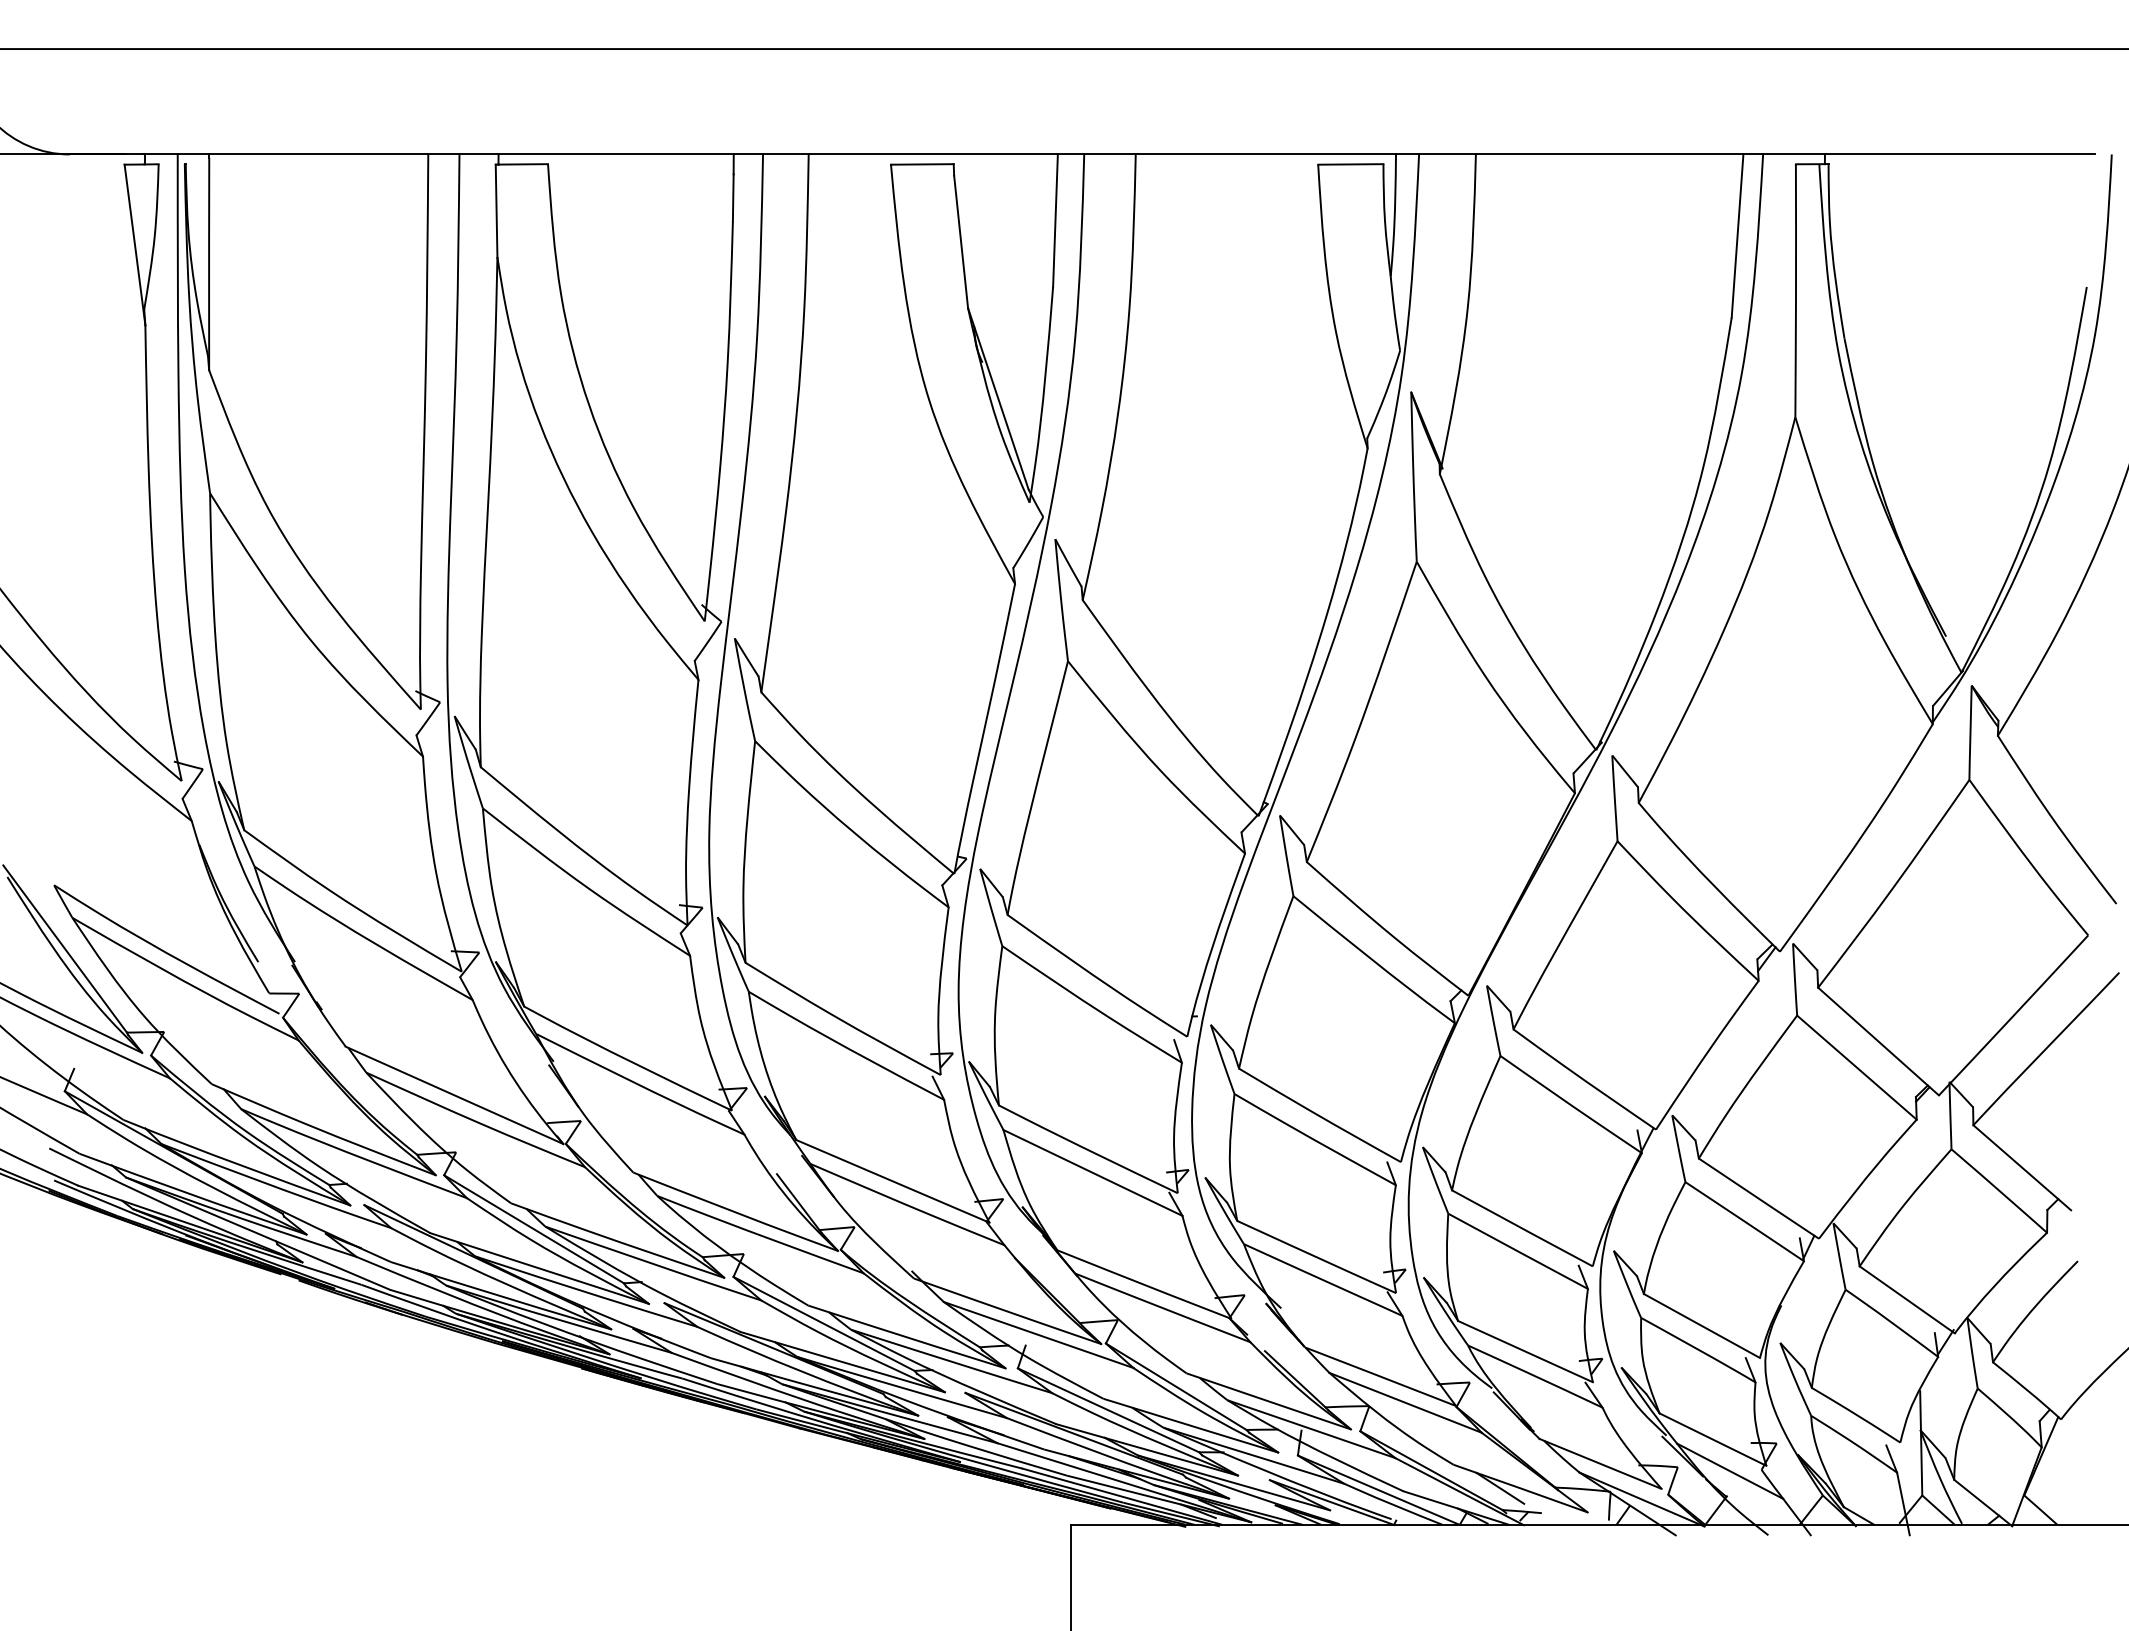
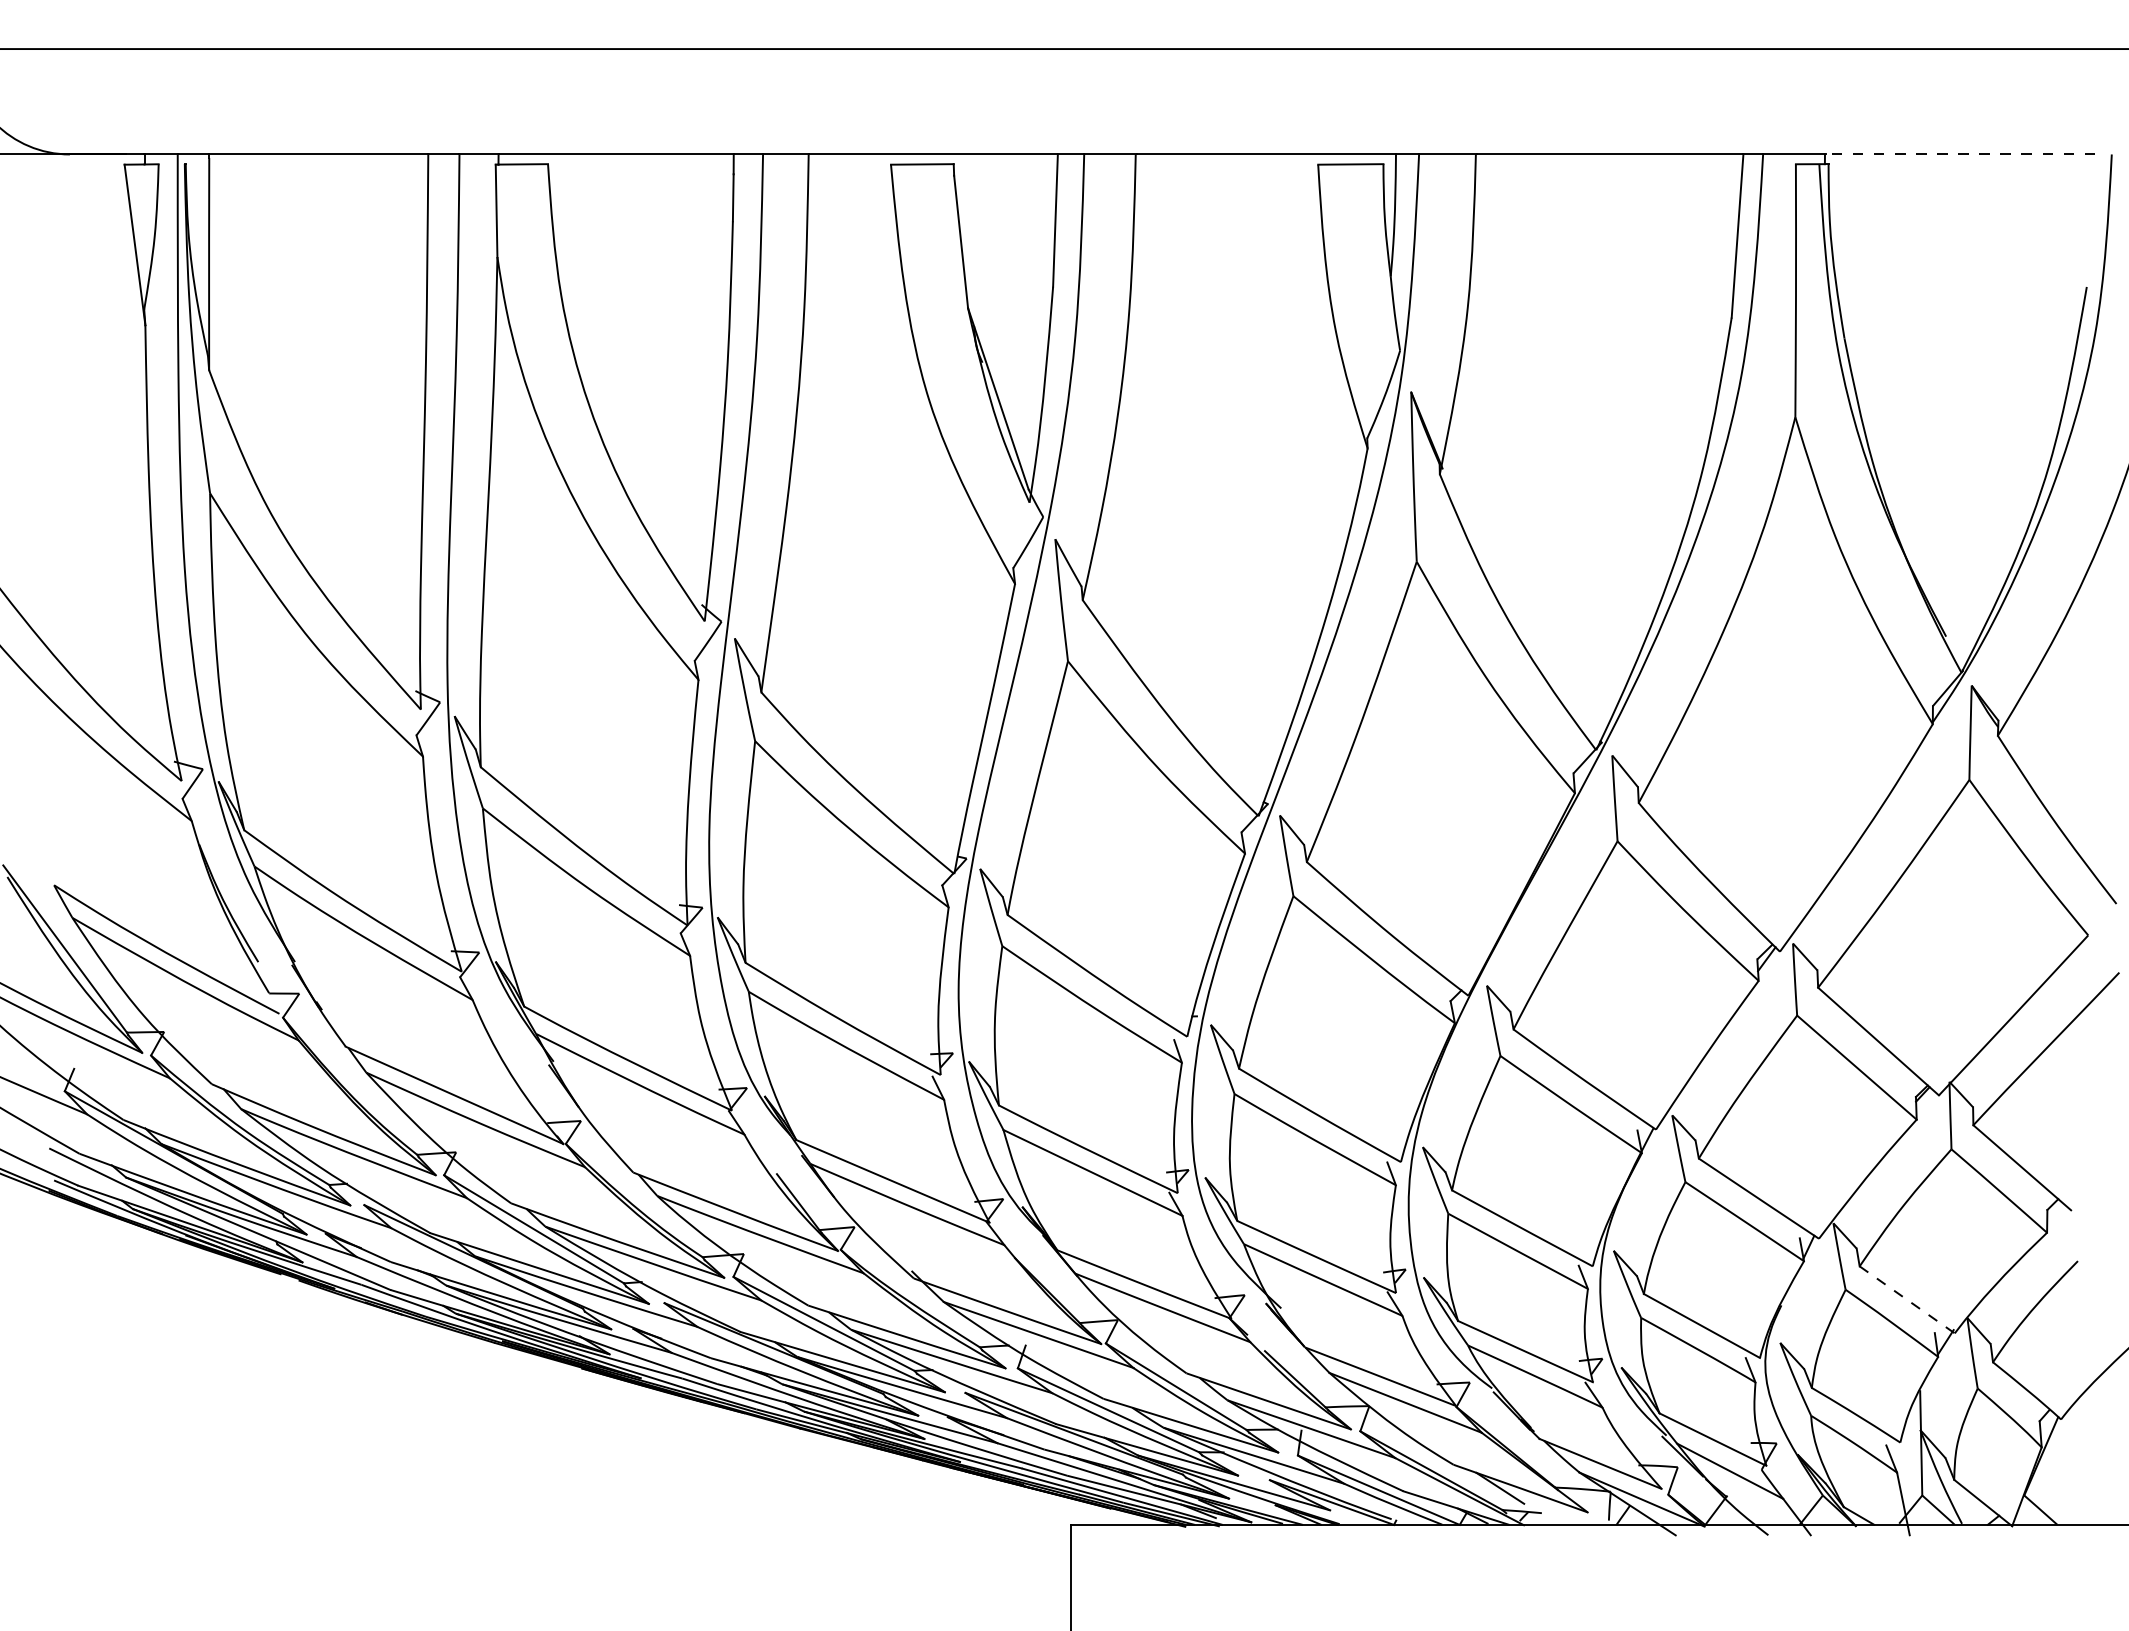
line at (1960, 154): solid -> dashed
line at (1907, 1300): solid -> dashed
